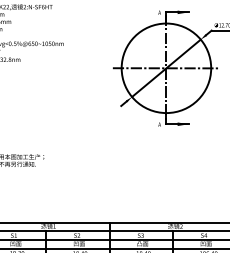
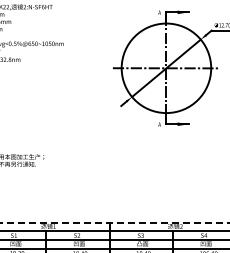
line at (115, 222): solid -> dashed
